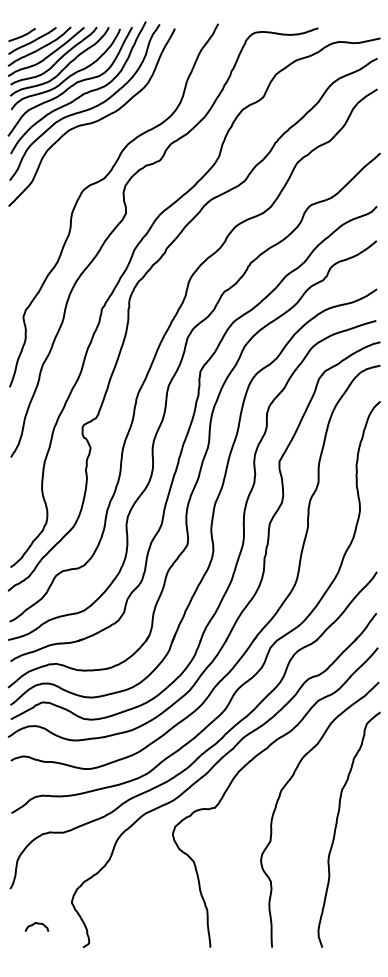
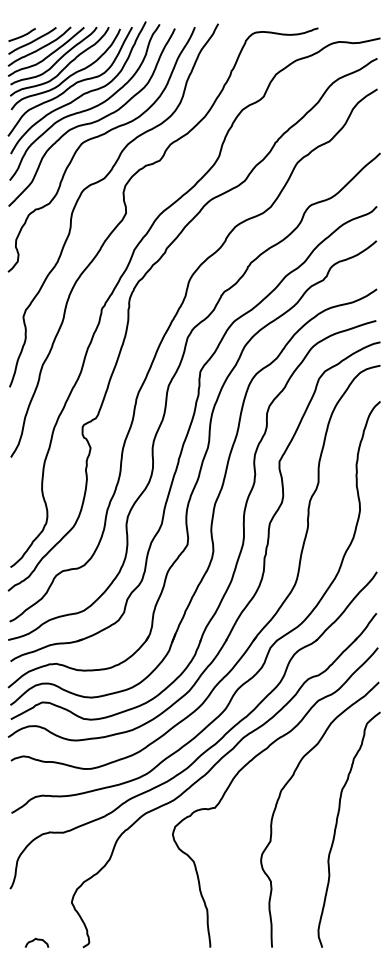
curve at (98, 137): none -> present
curve at (35, 924) position: (35, 924) -> (35, 940)
